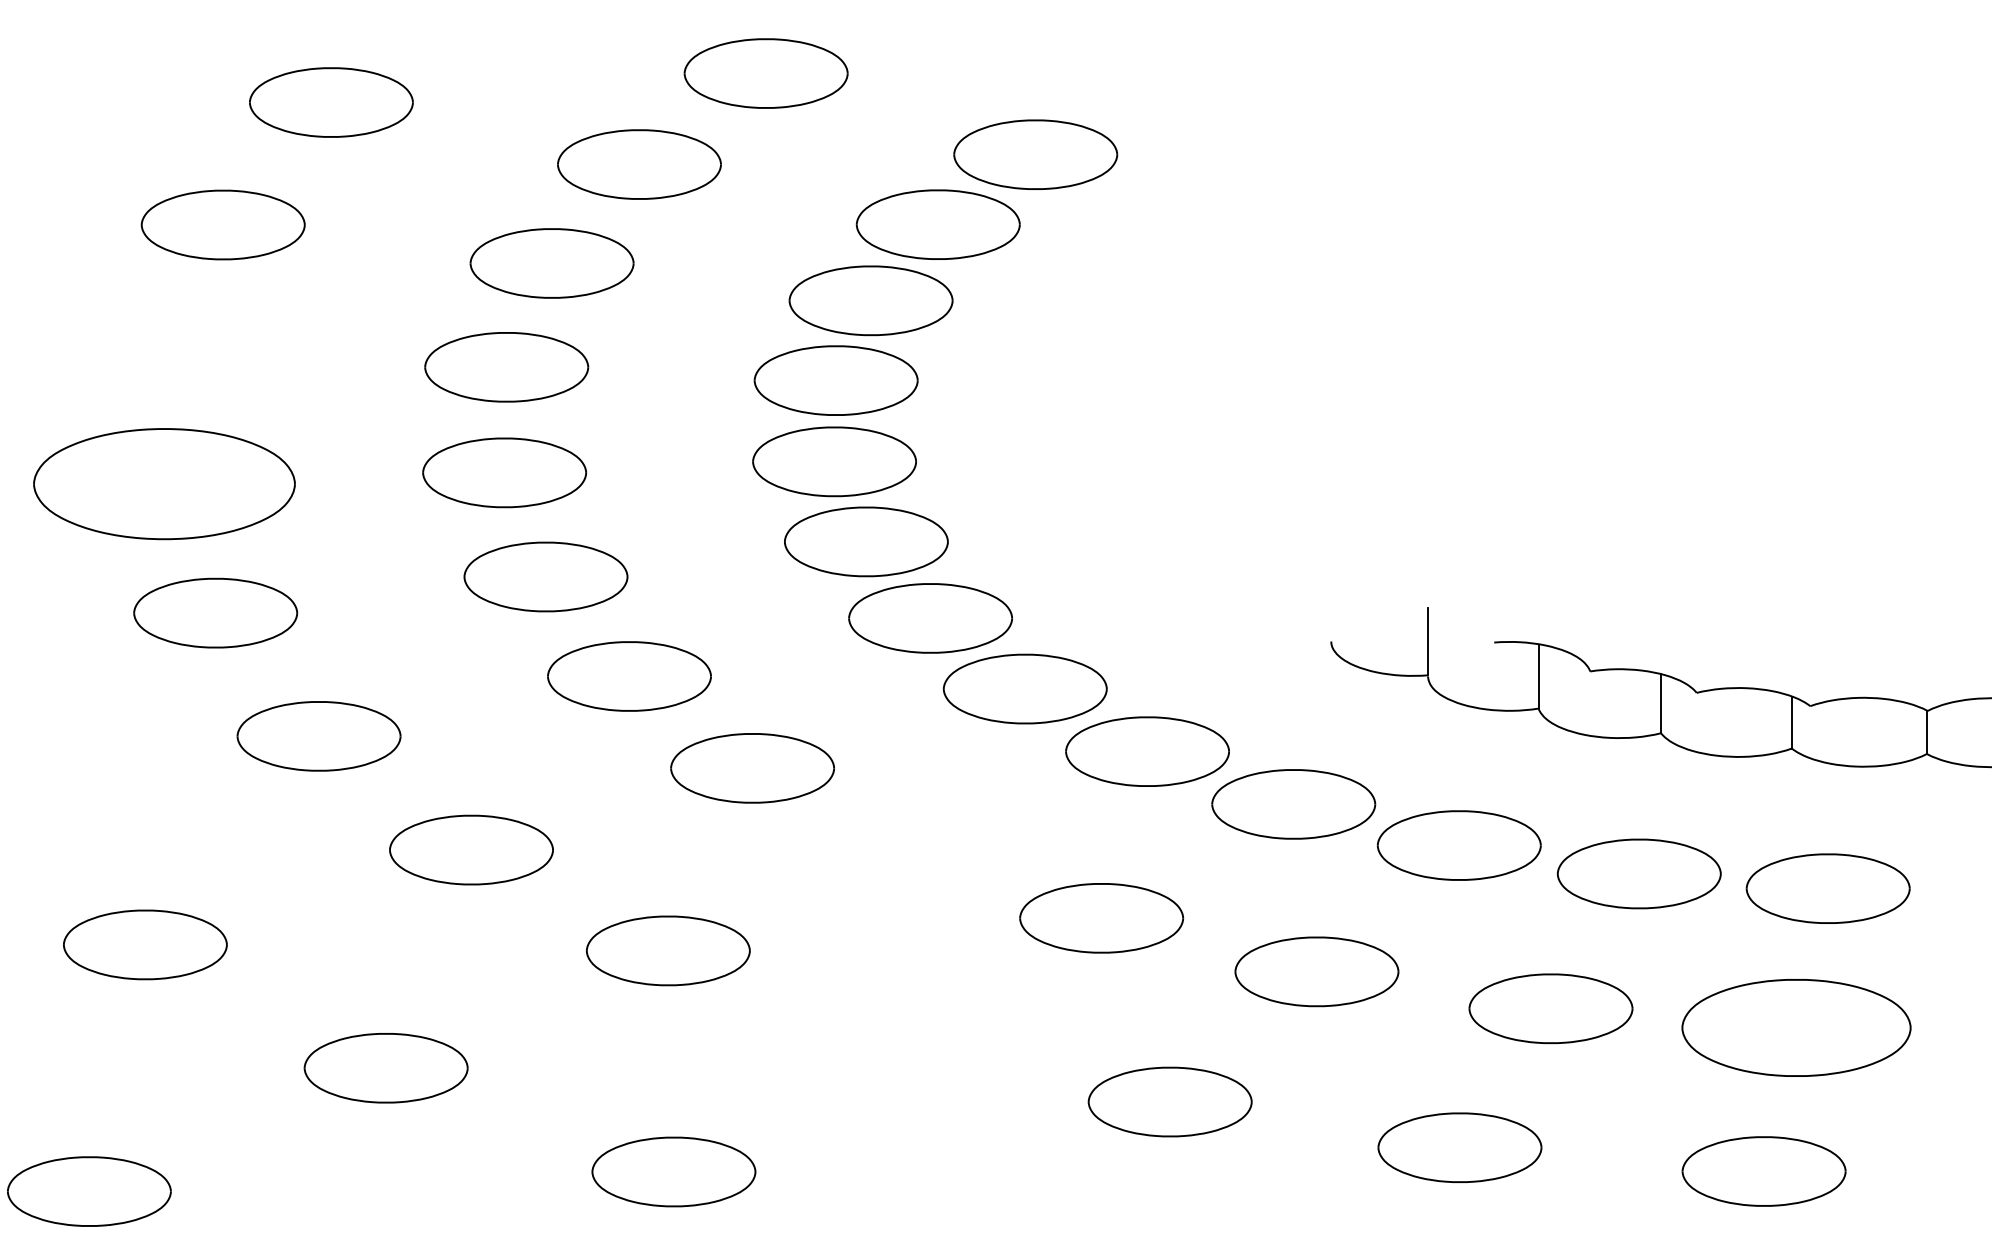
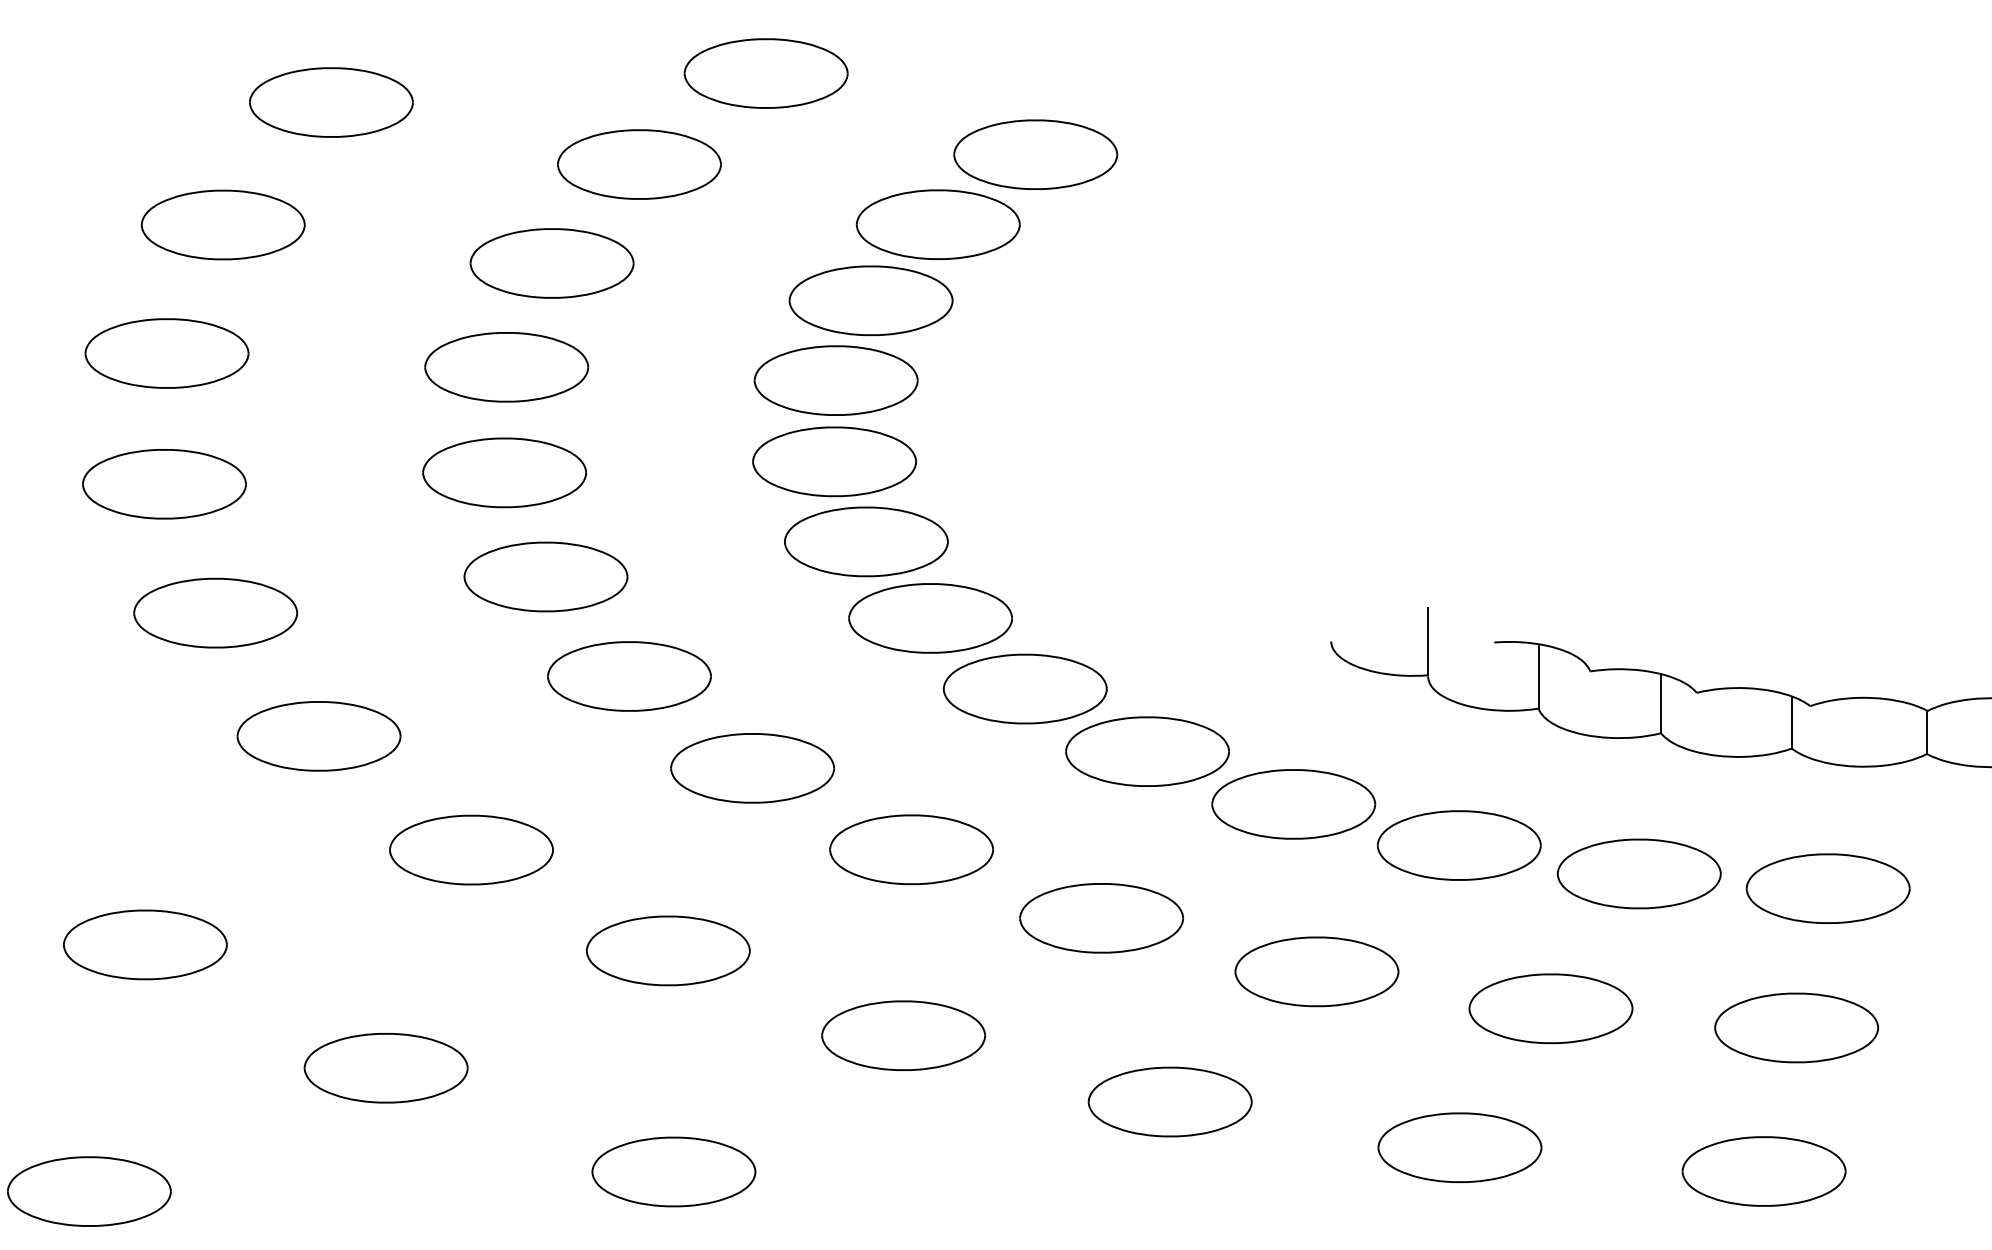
part at (166, 353): none -> present
part at (164, 484) size: 263x113 px -> 165x71 px
part at (911, 849): none -> present
part at (1796, 1027) size: 231x98 px -> 166x72 px
part at (903, 1035): none -> present
